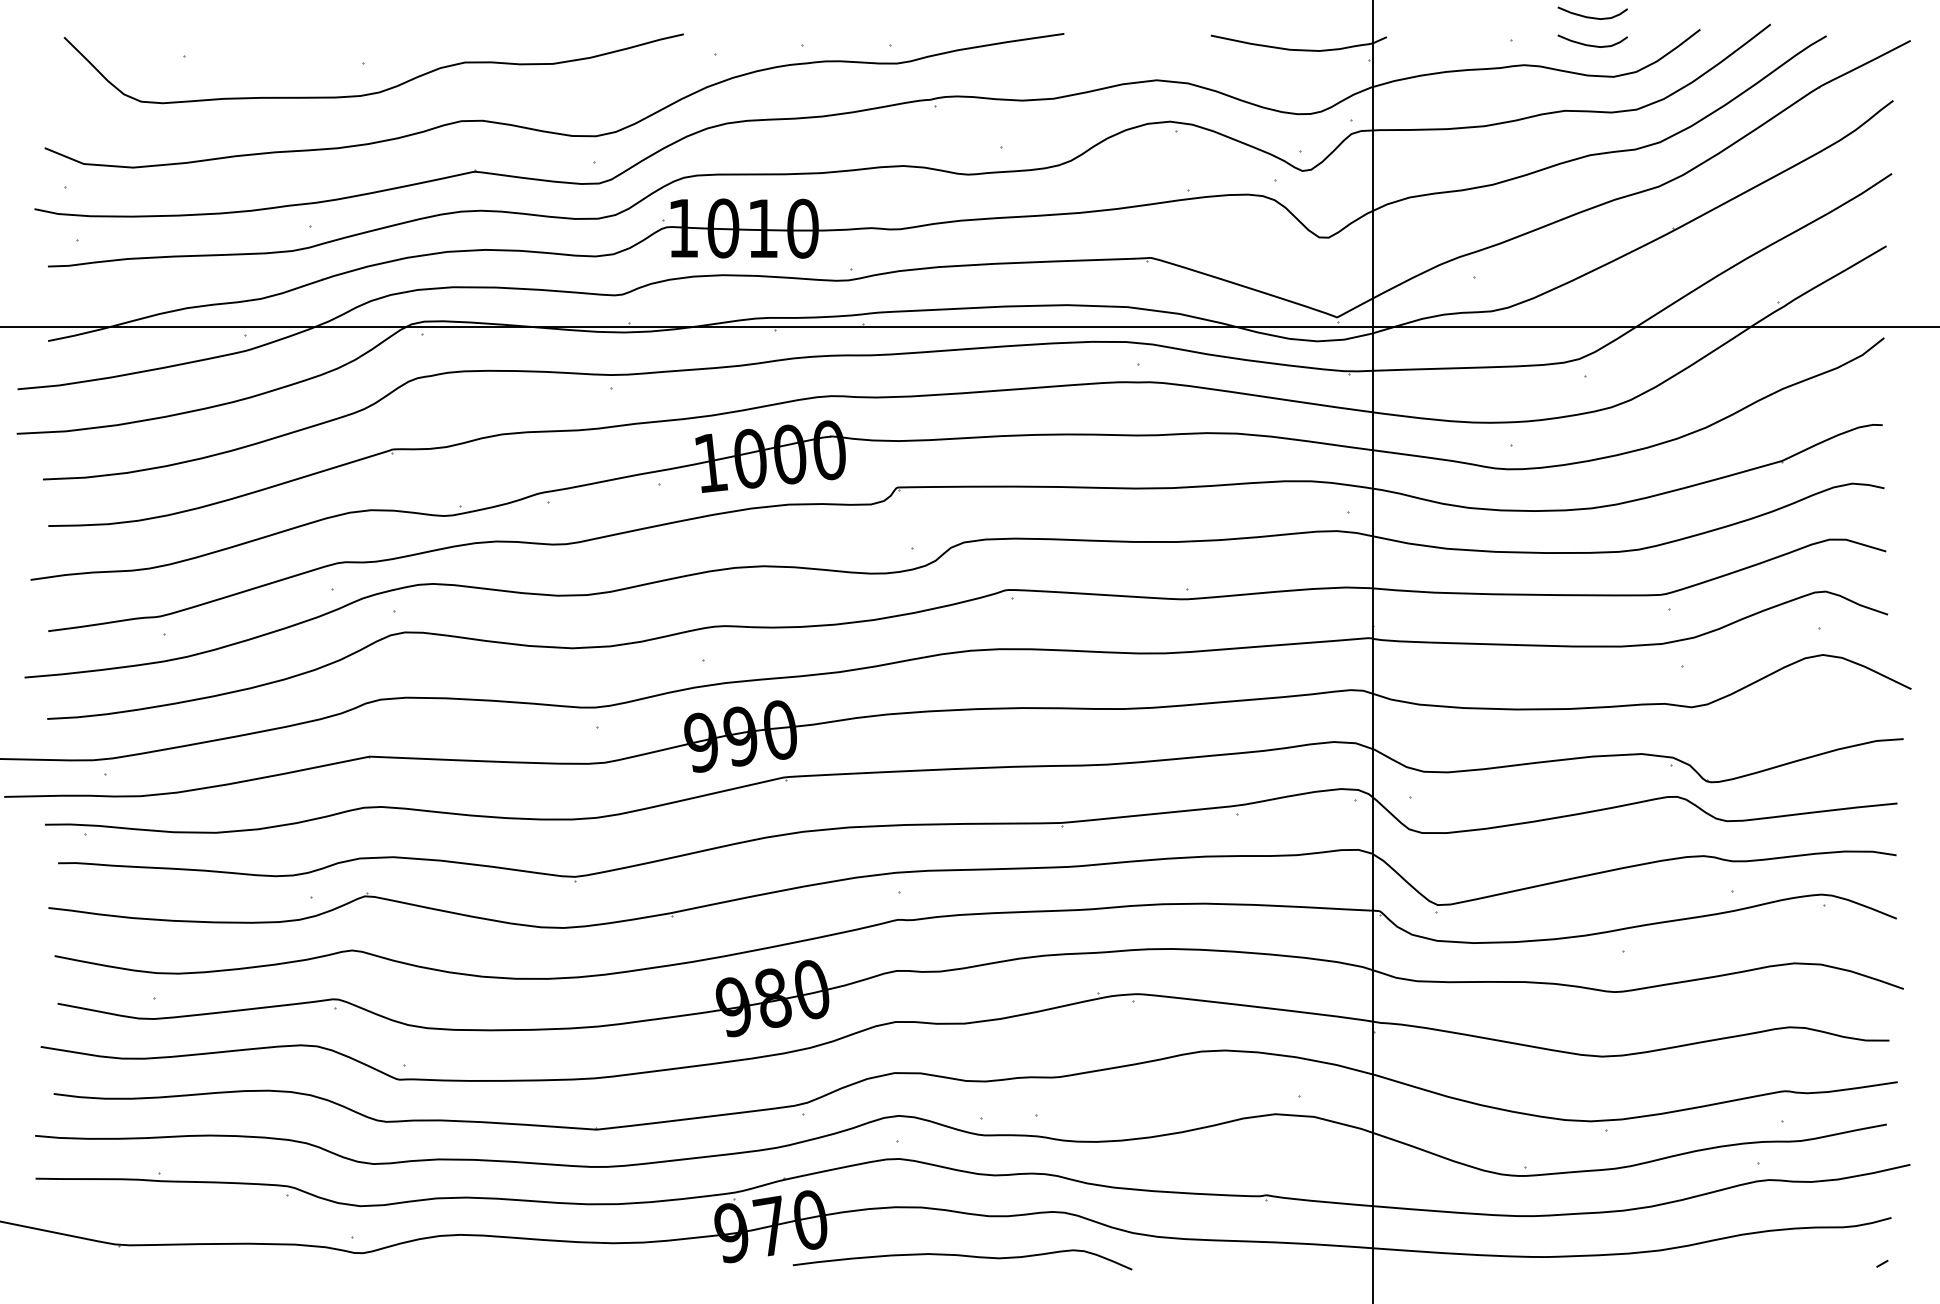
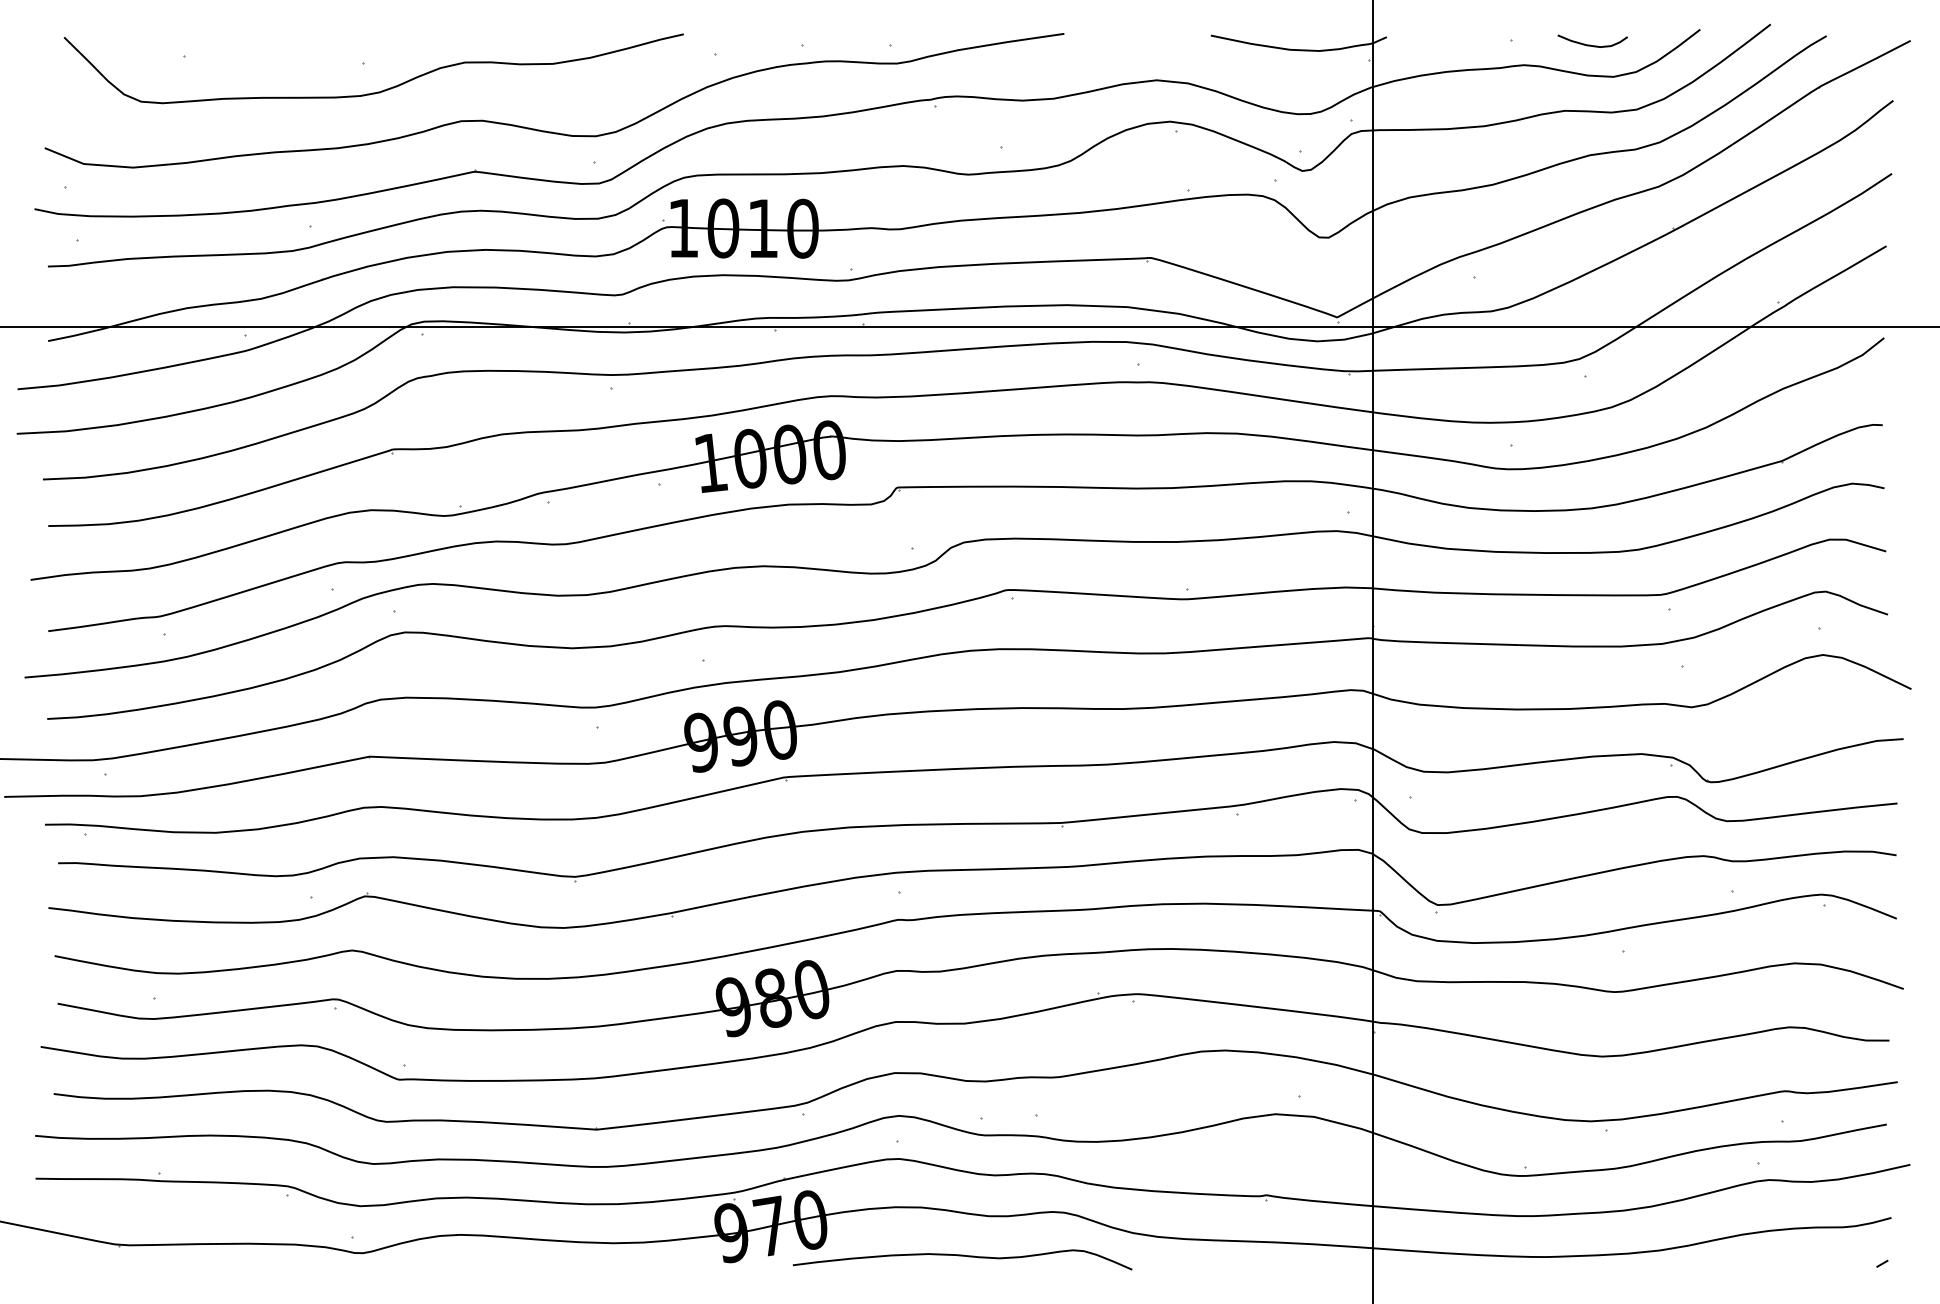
curve at (1590, 16): present -> none
